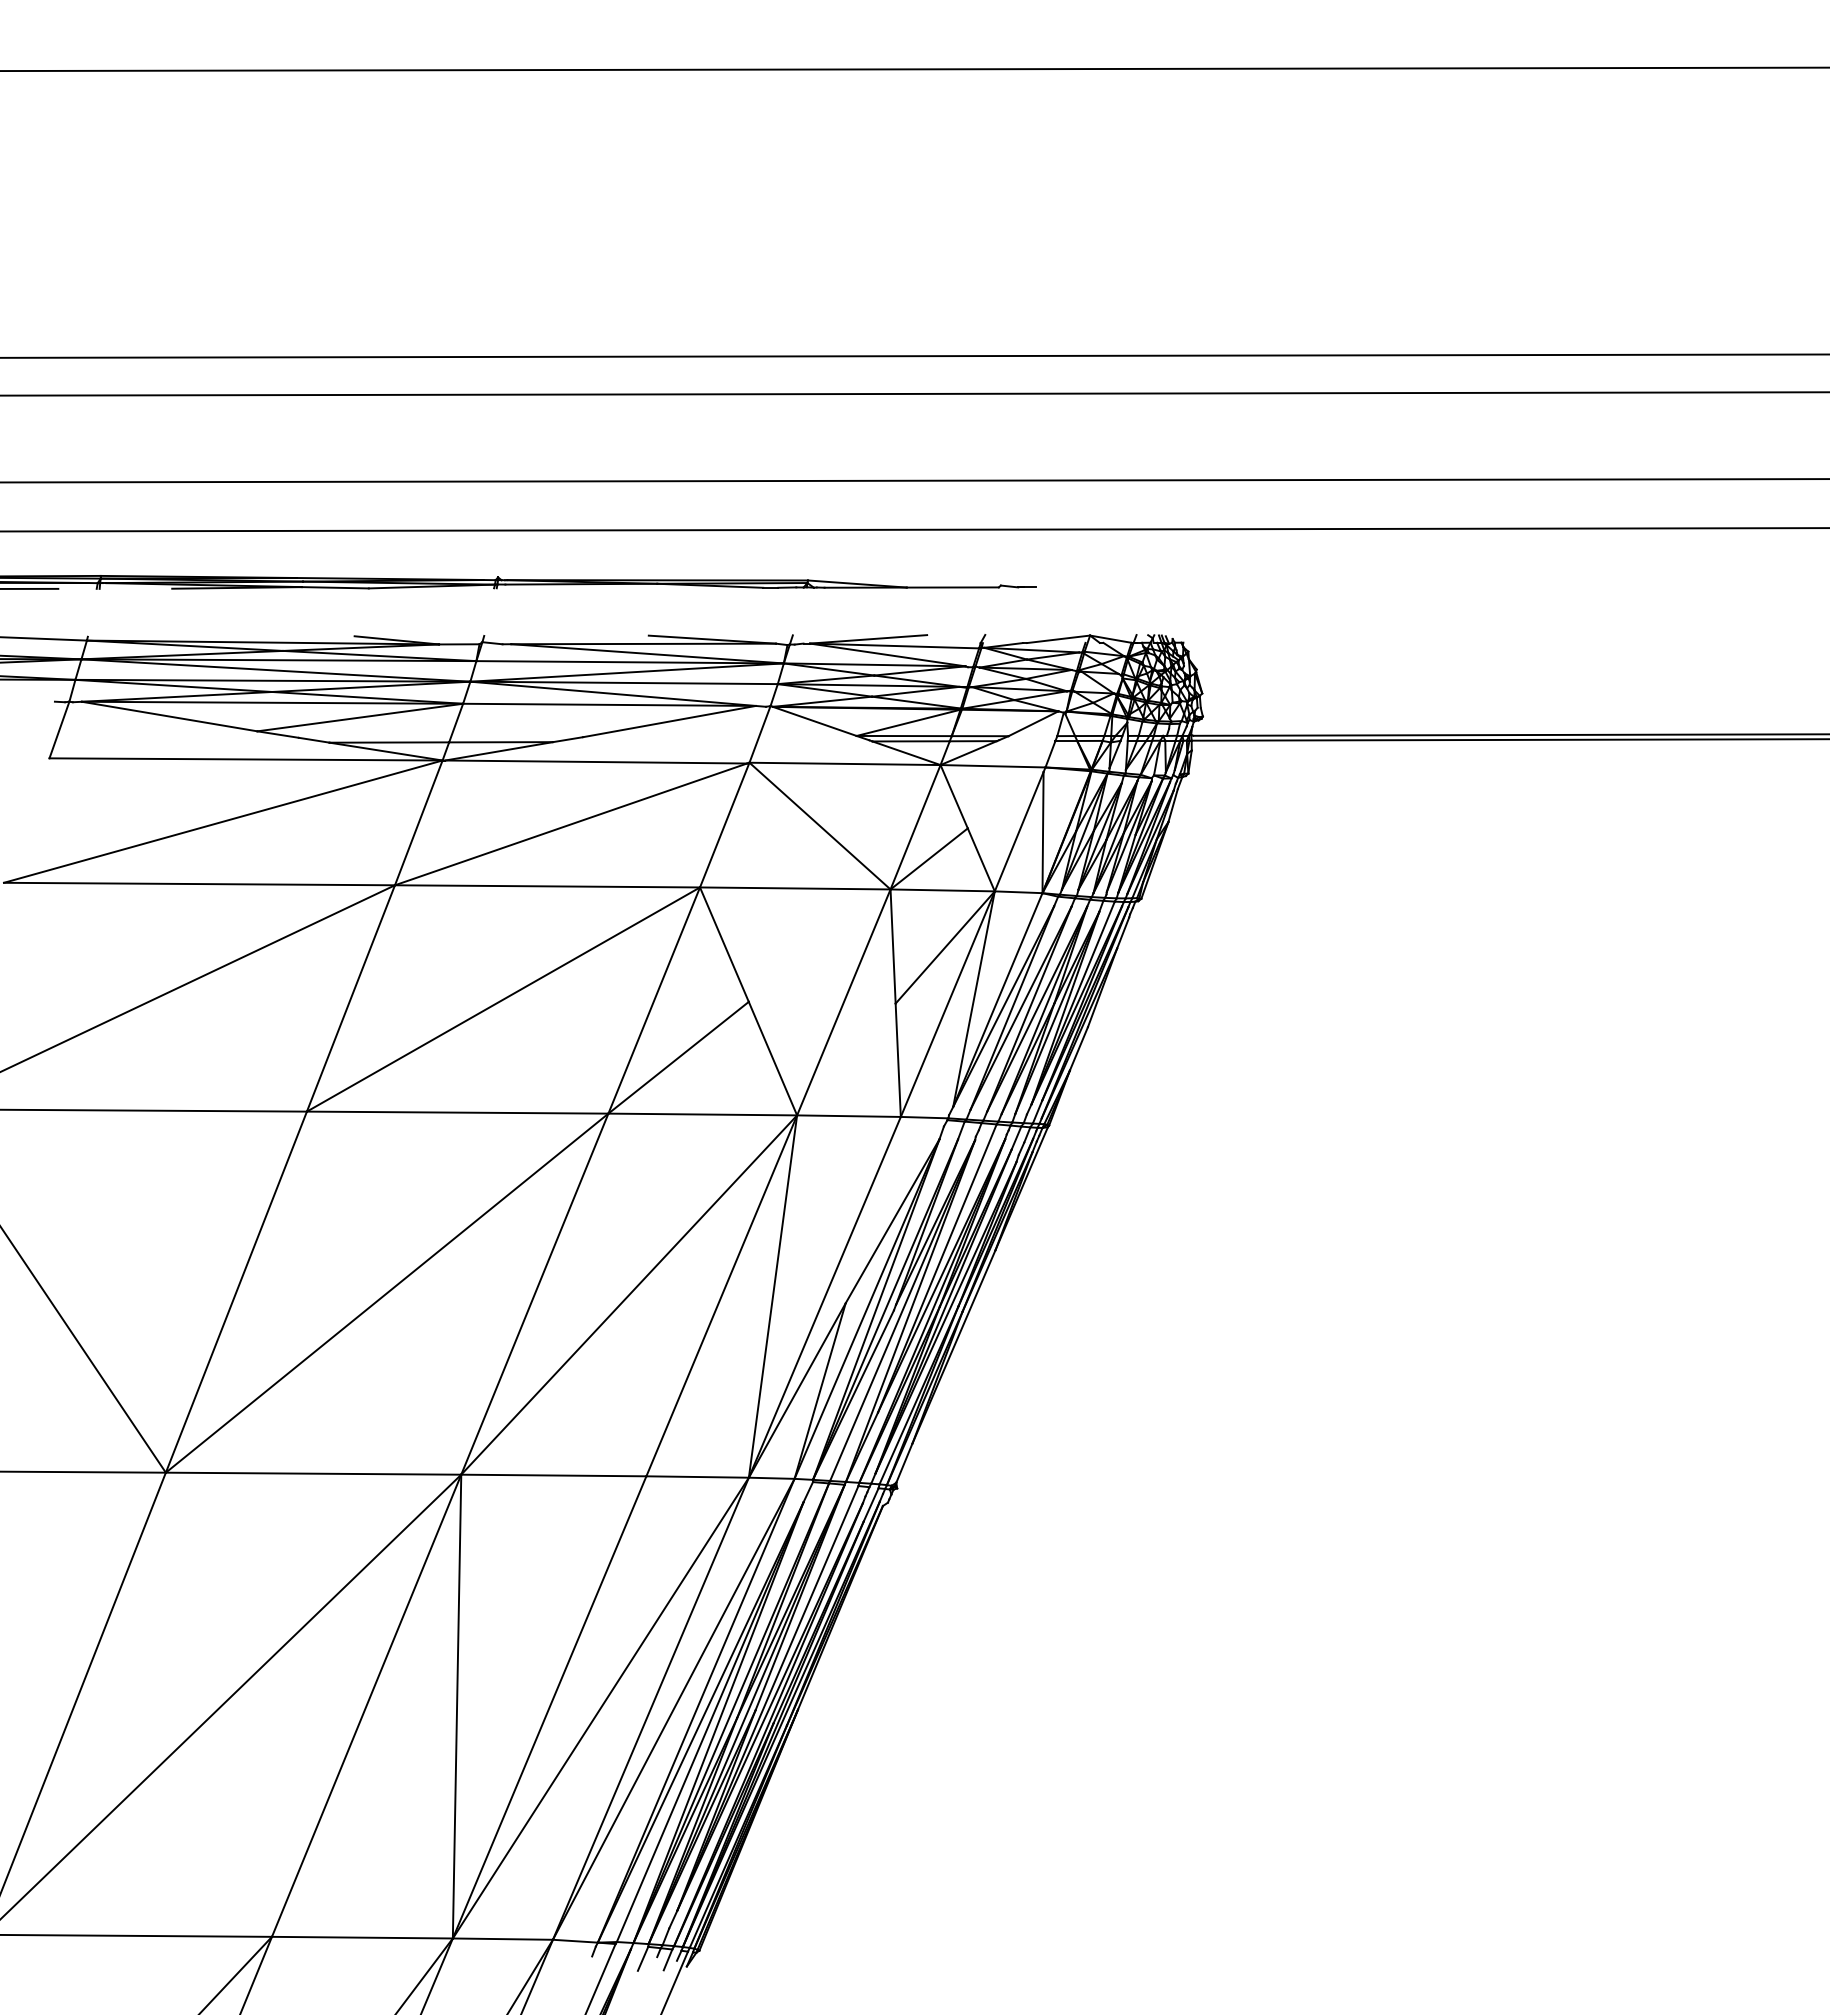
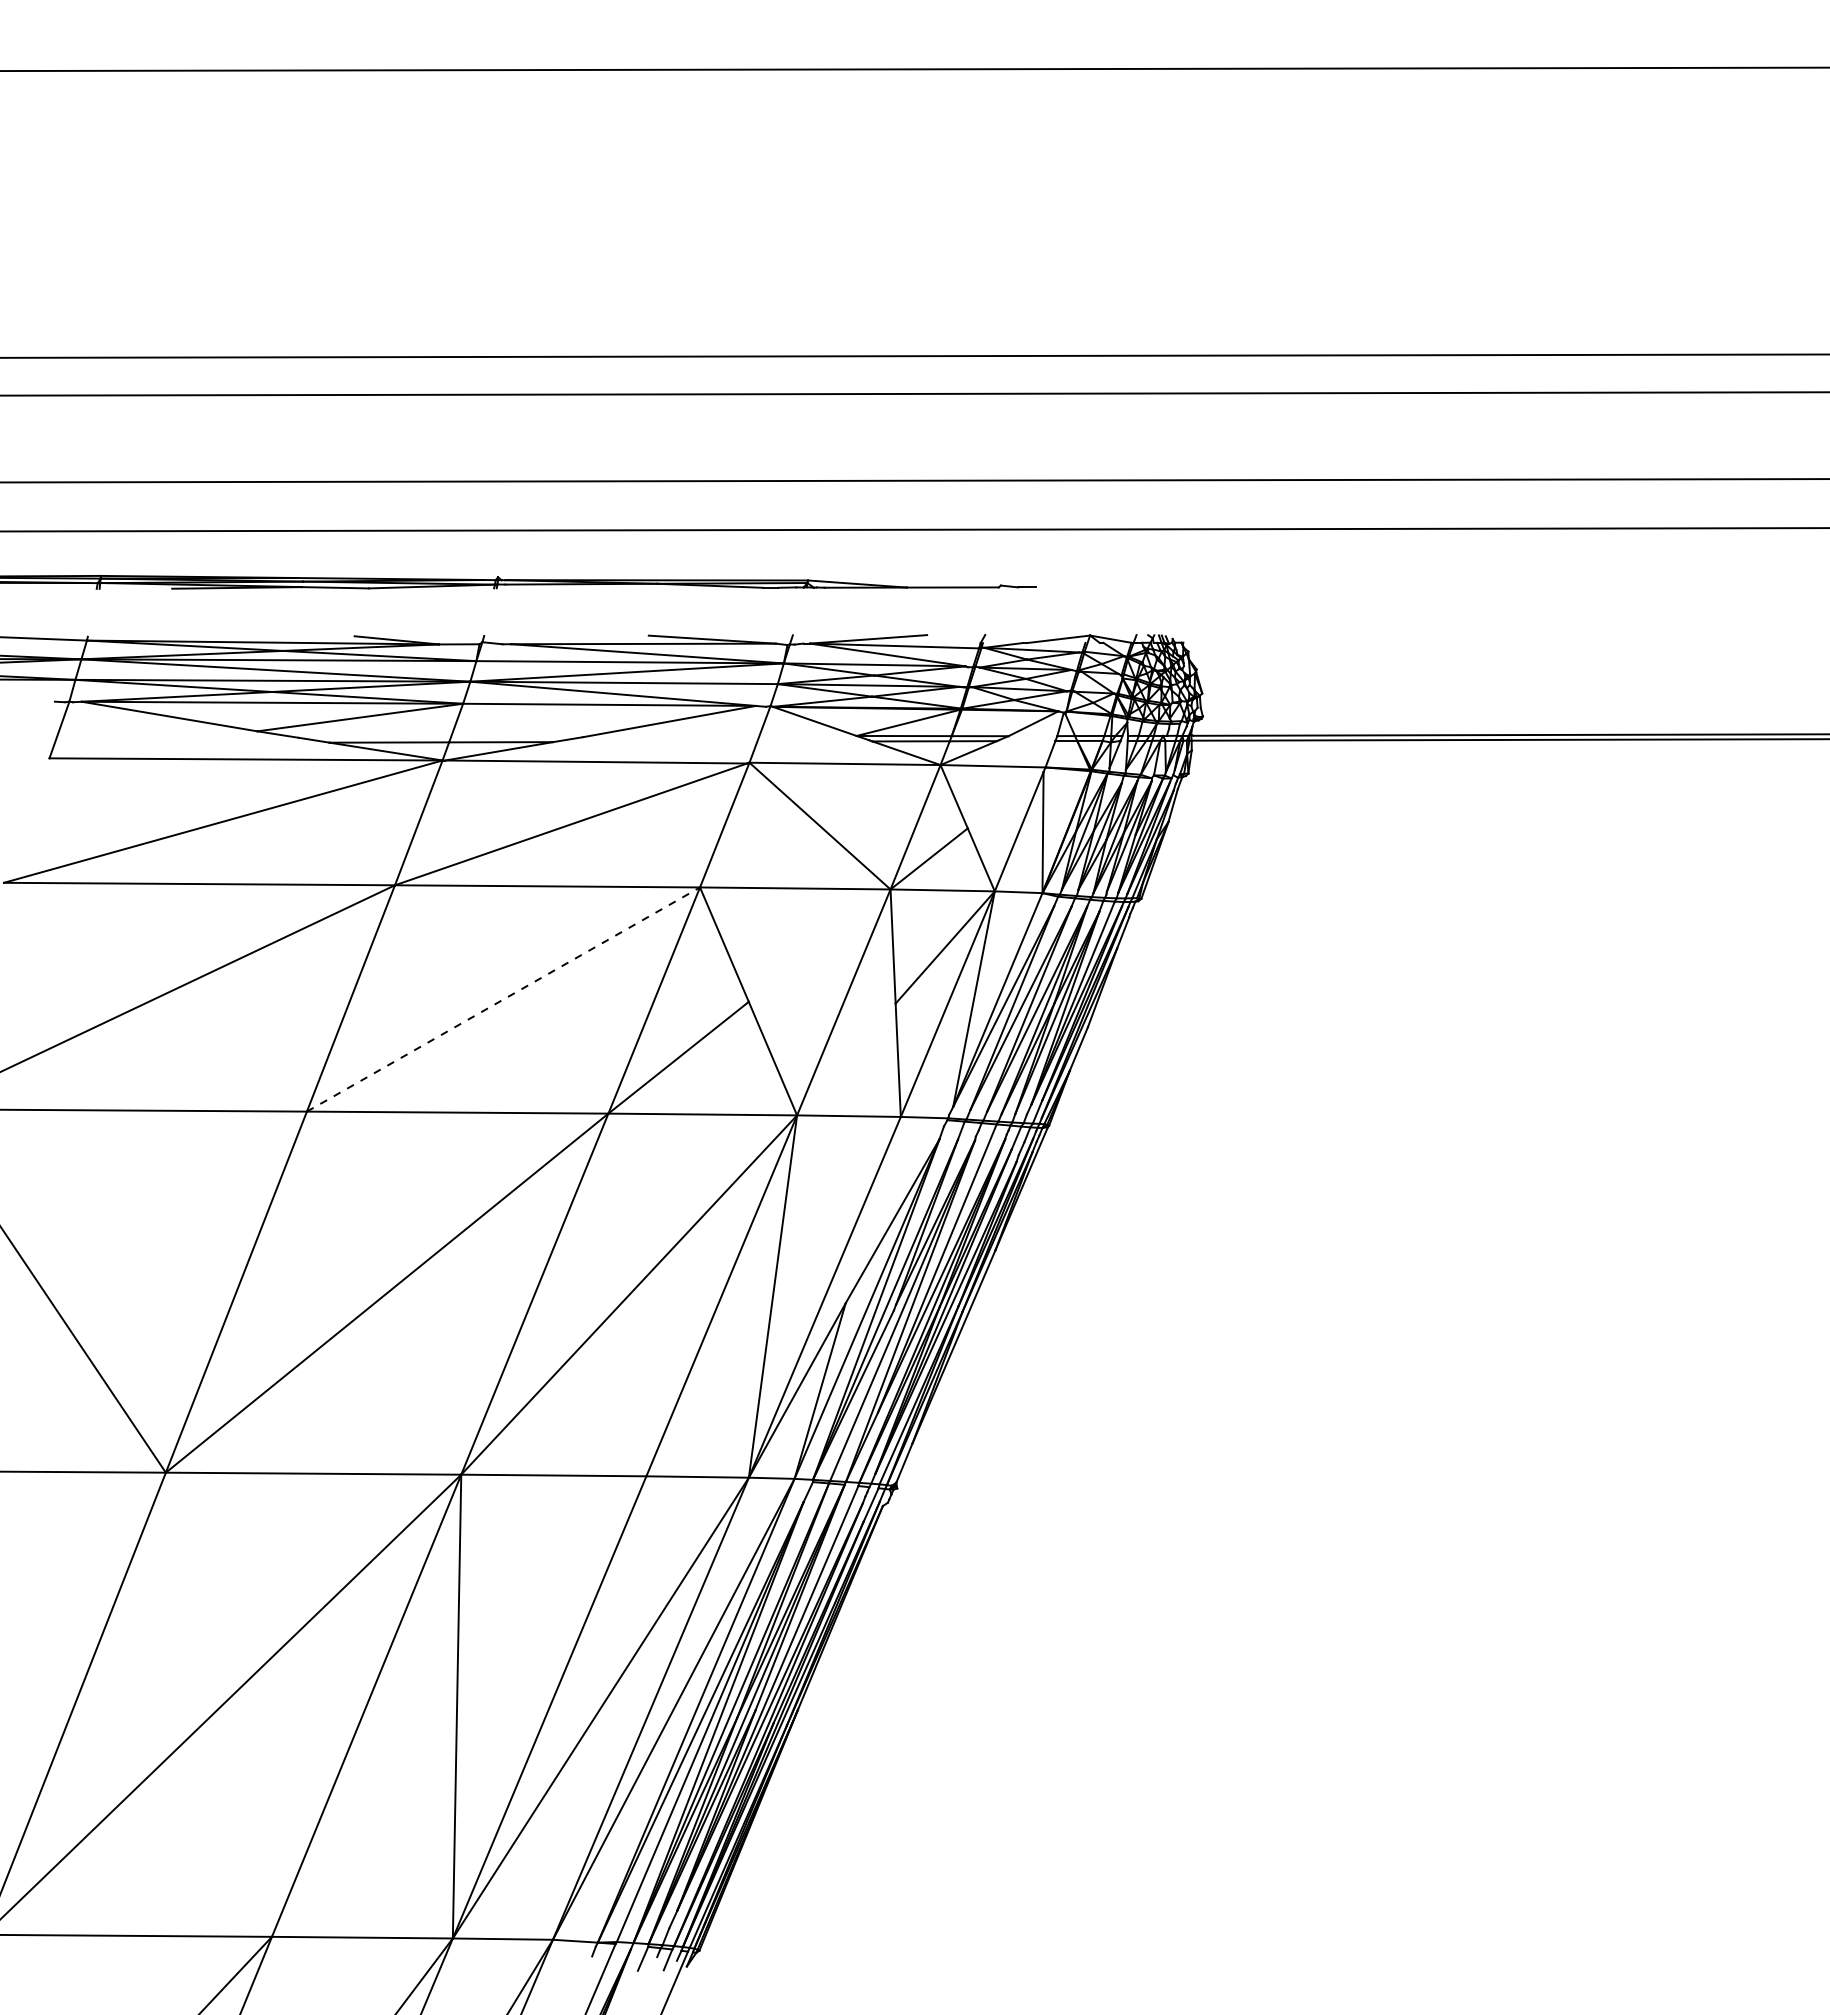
line at (30, 588): present -> none
line at (503, 999): solid -> dashed
